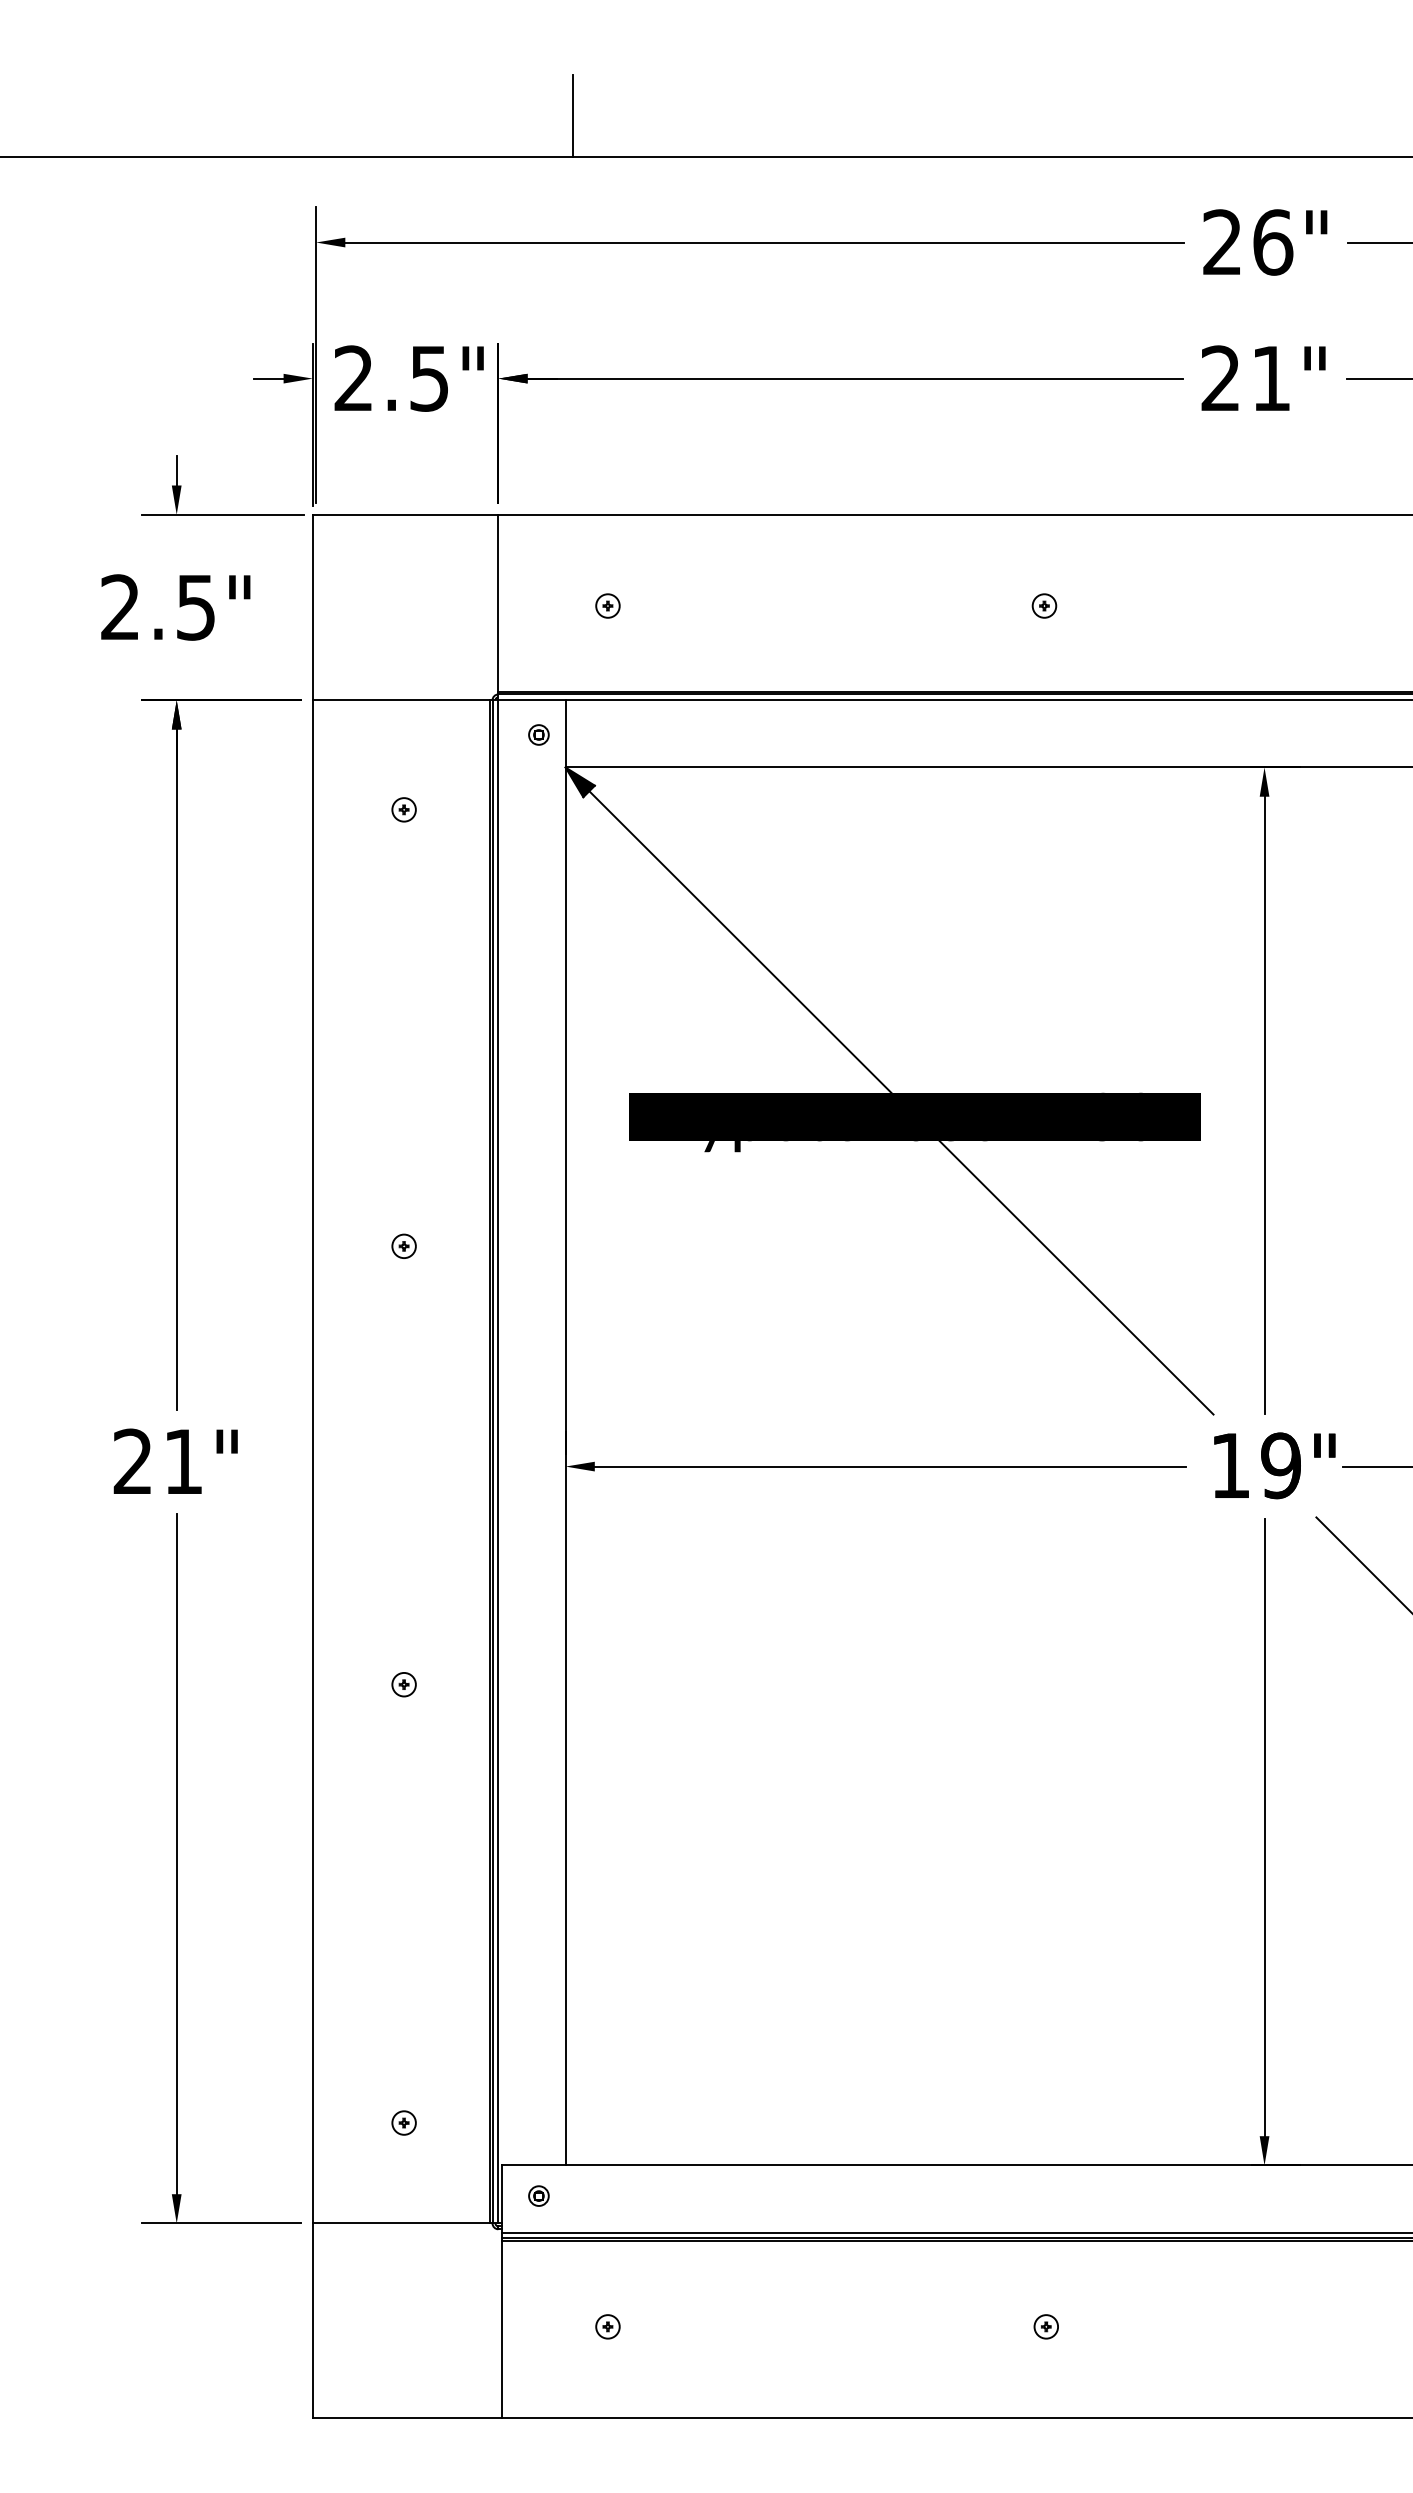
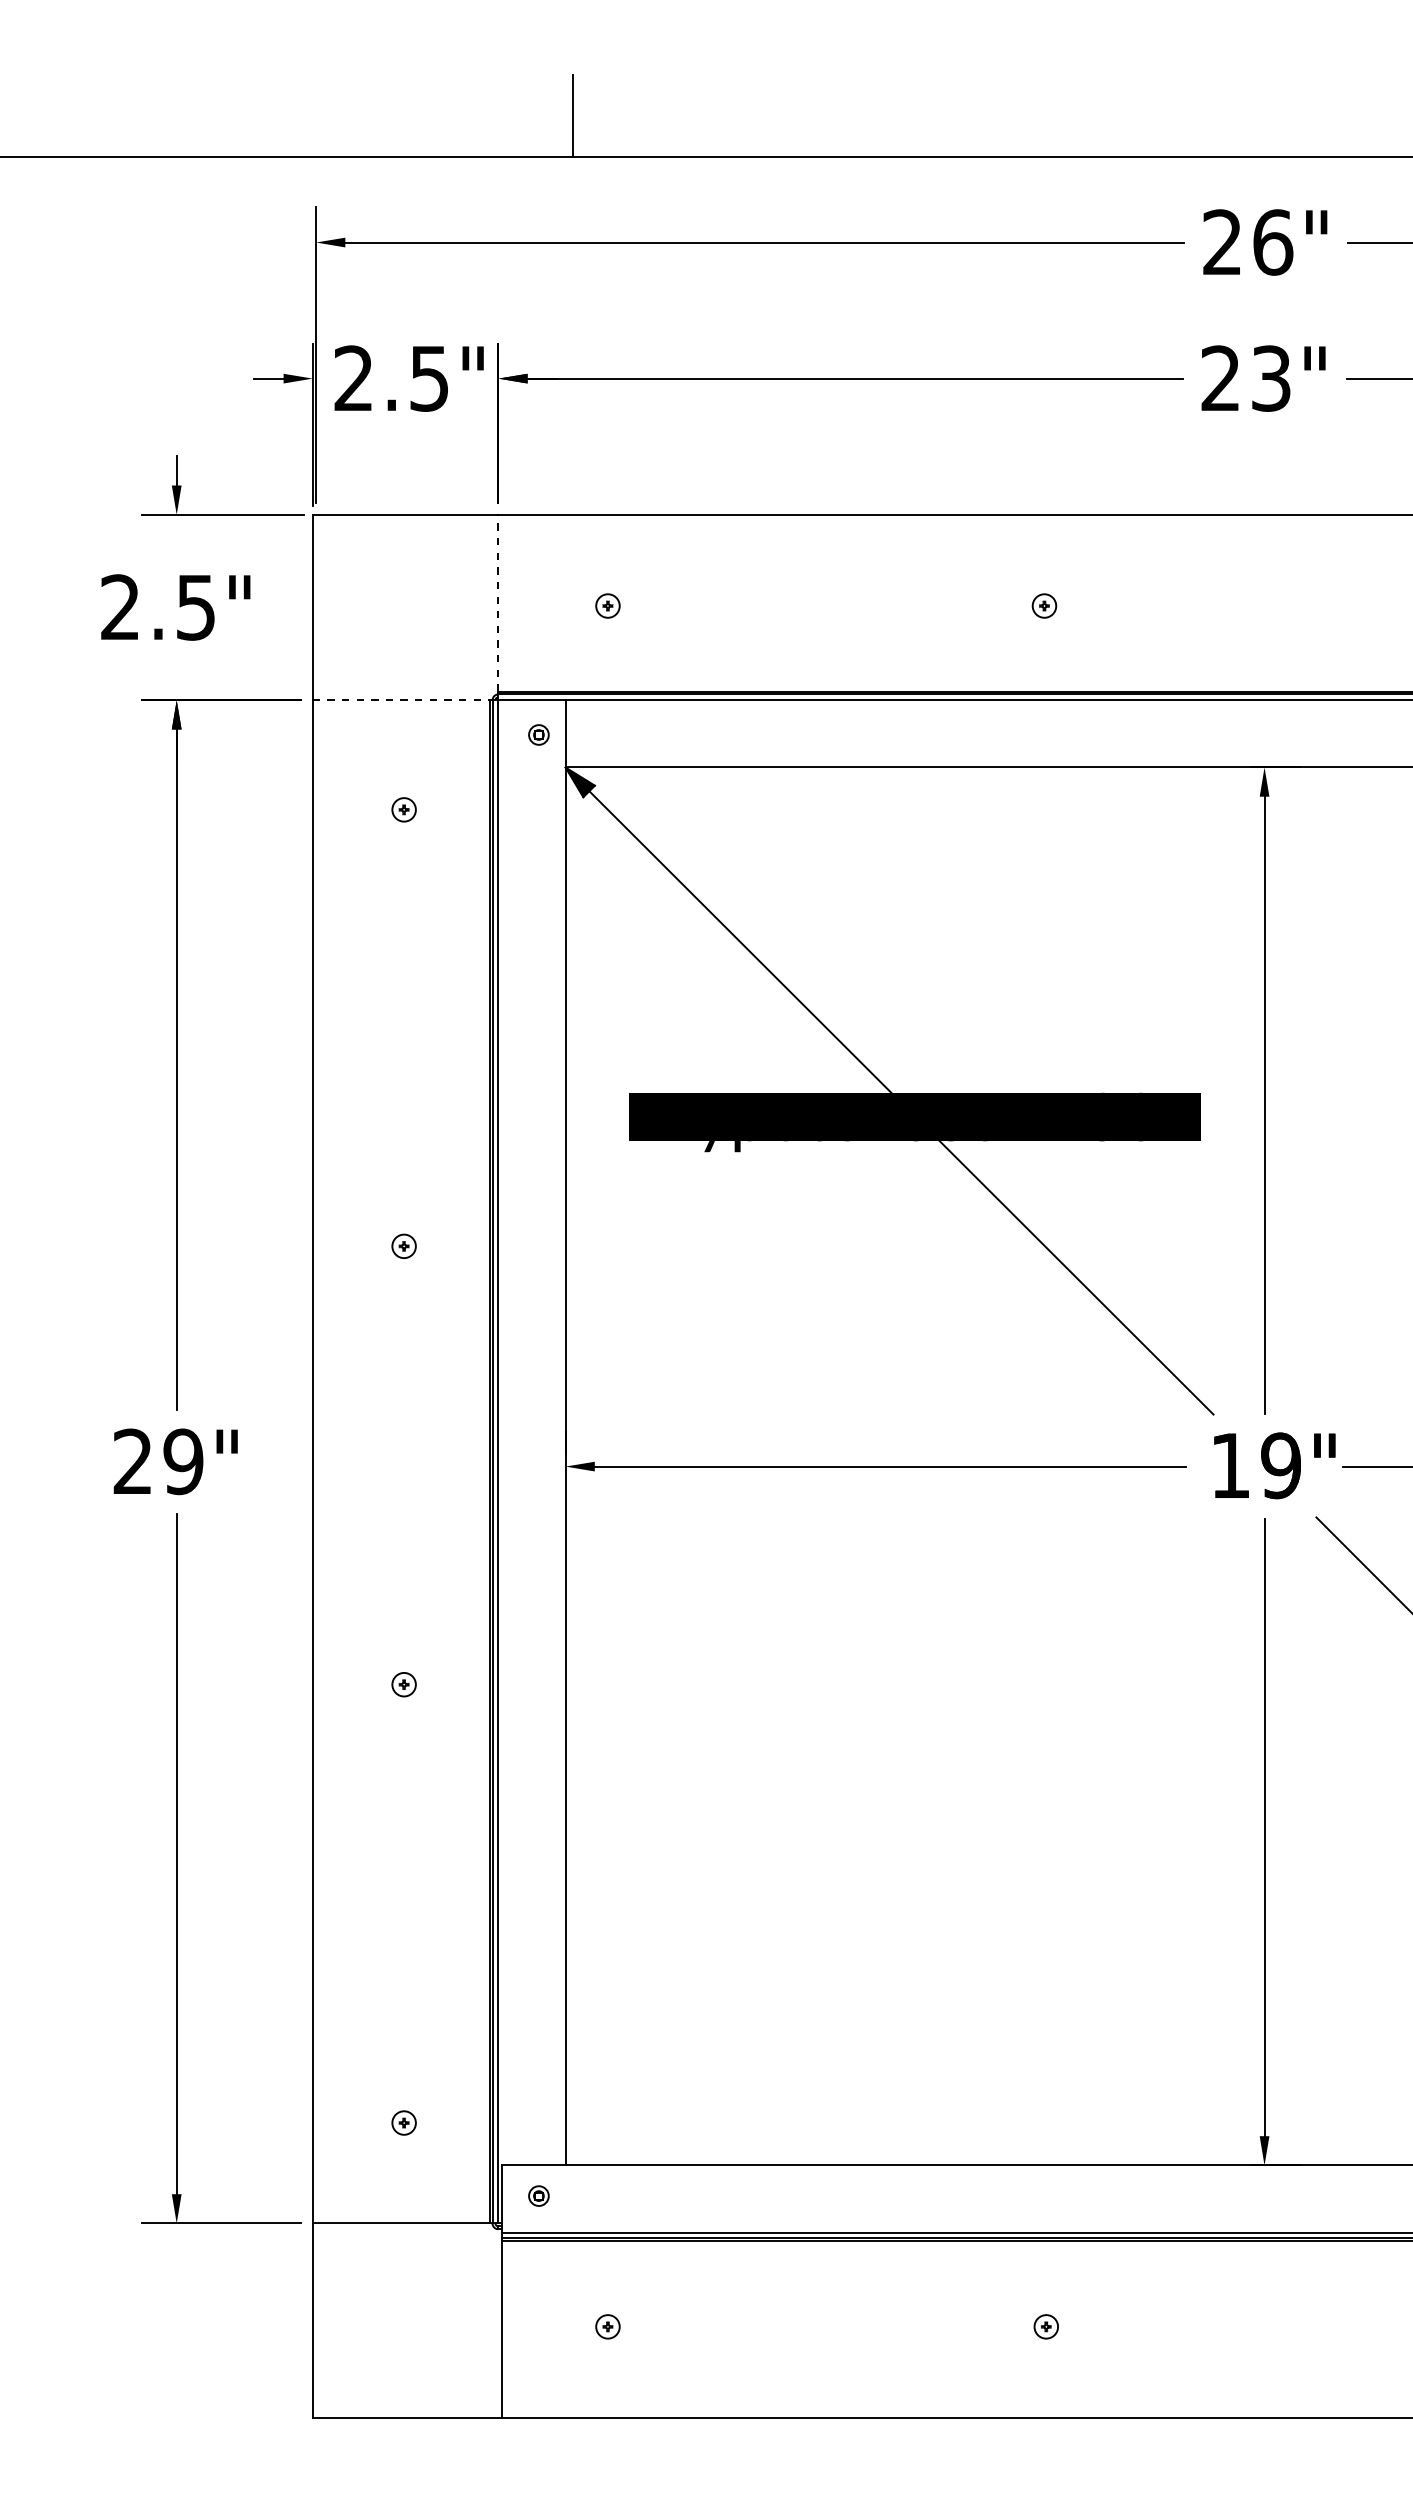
text at (1271, 378): 21" -> 23"
line at (498, 602): solid -> dashed
line at (401, 700): solid -> dashed
text at (183, 1461): 21" -> 29"
